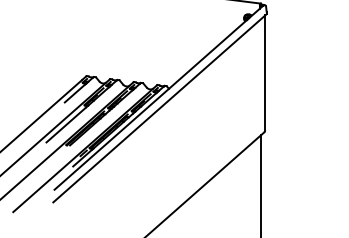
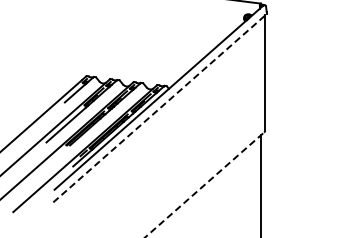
line at (160, 107): solid -> dashed
line at (204, 185): solid -> dashed
